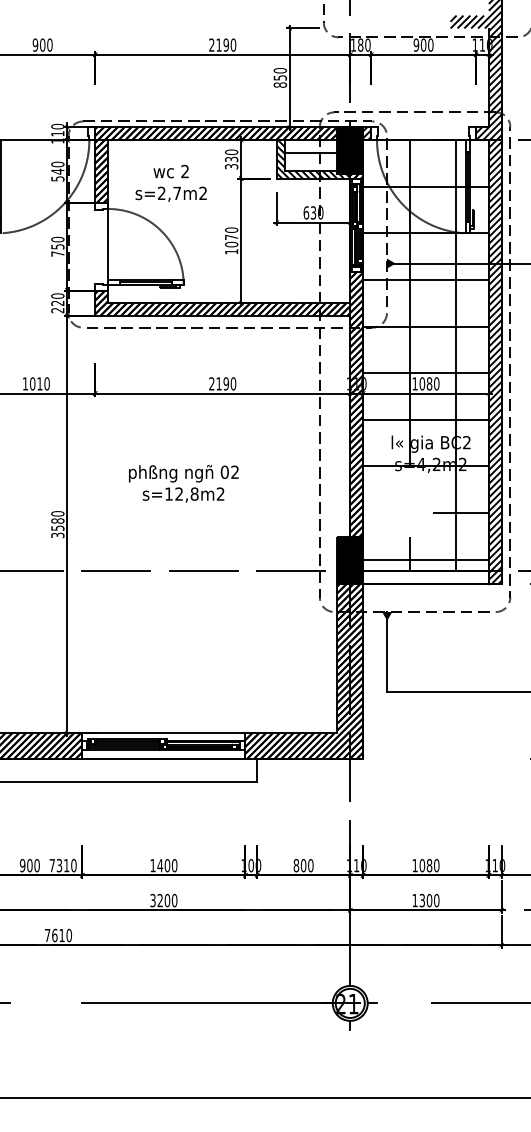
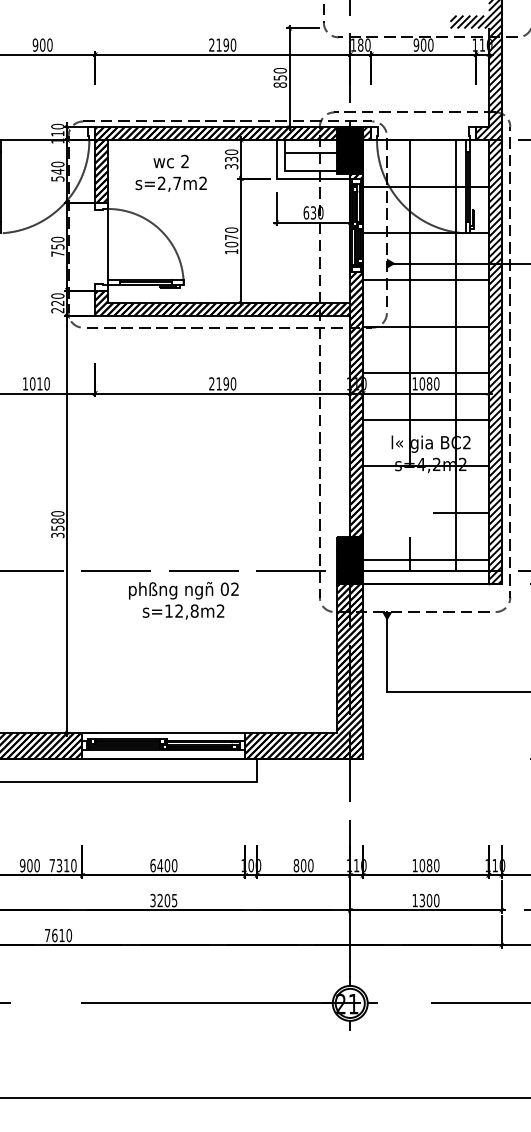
hatch at (313, 159): present -> none
text at (170, 182) position: (170, 182) -> (170, 172)
text at (183, 483) position: (183, 483) -> (183, 600)
text at (152, 865): 1400 -> 6400
text at (174, 900): 3200 -> 3205
